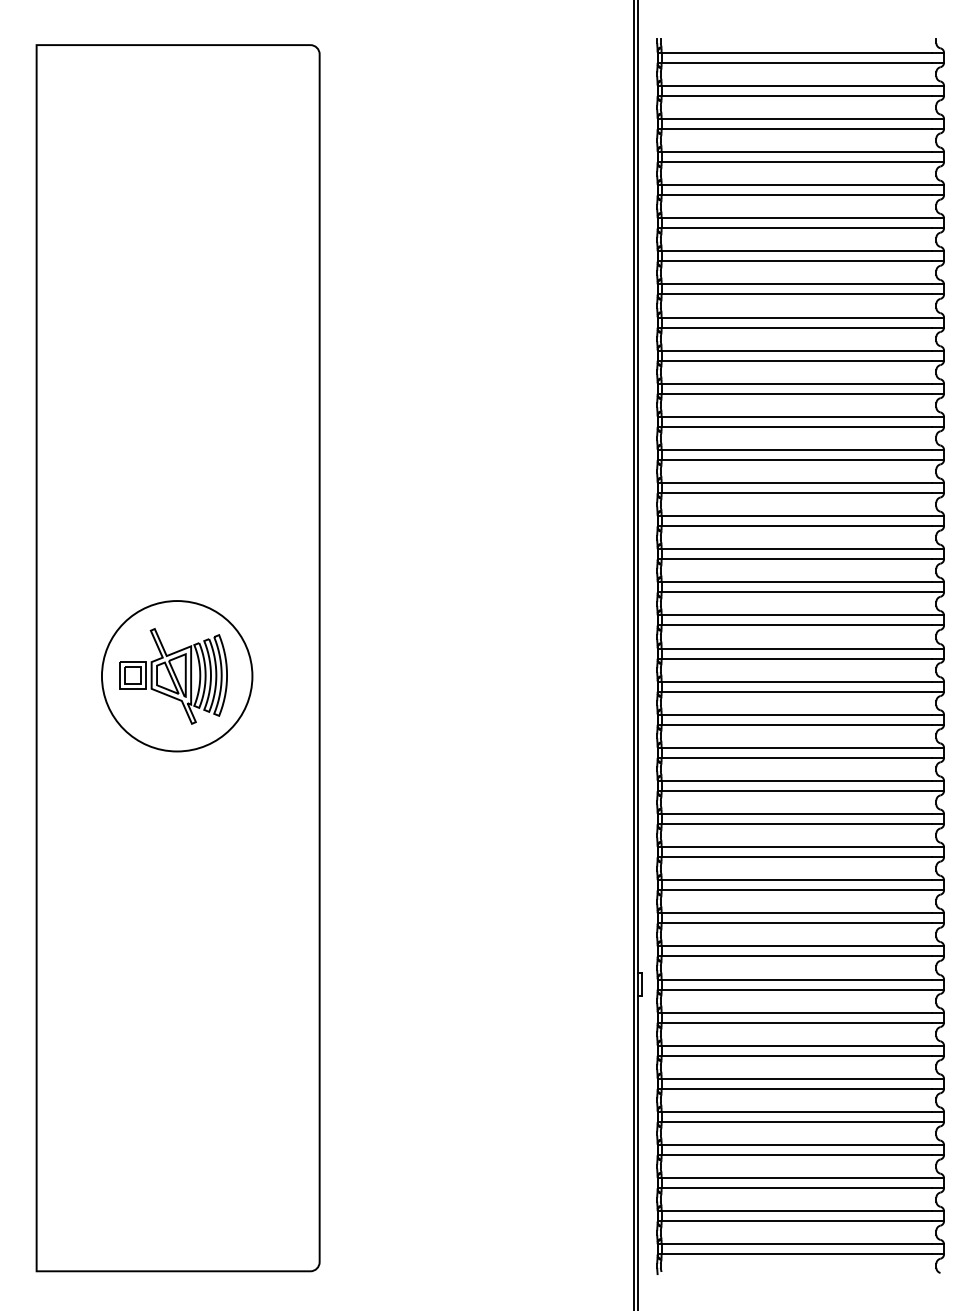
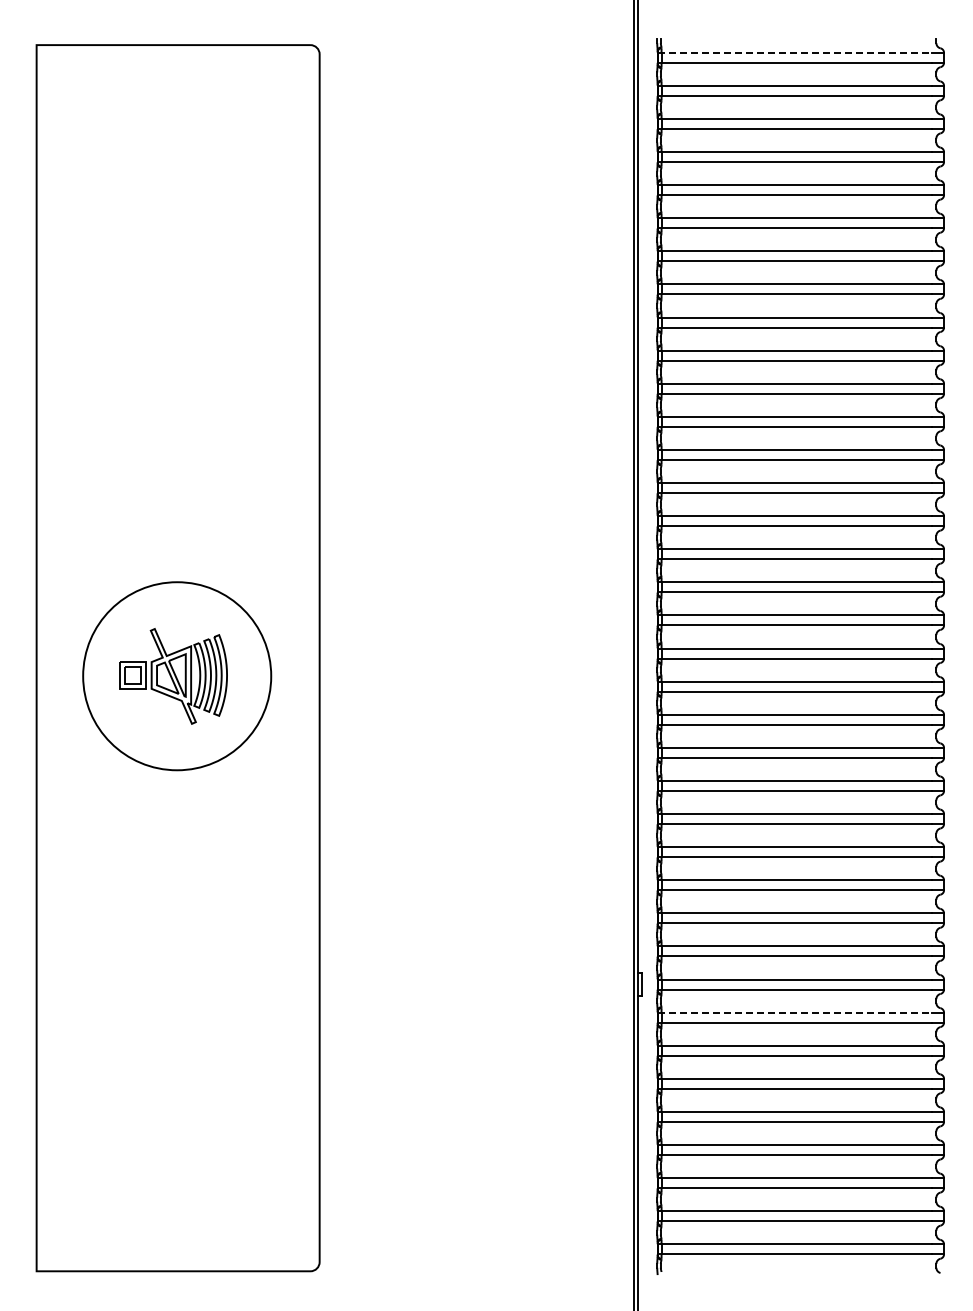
line at (795, 52): solid -> dashed
circle at (176, 676) diameter: 150 px -> 188 px
line at (795, 1012): solid -> dashed
